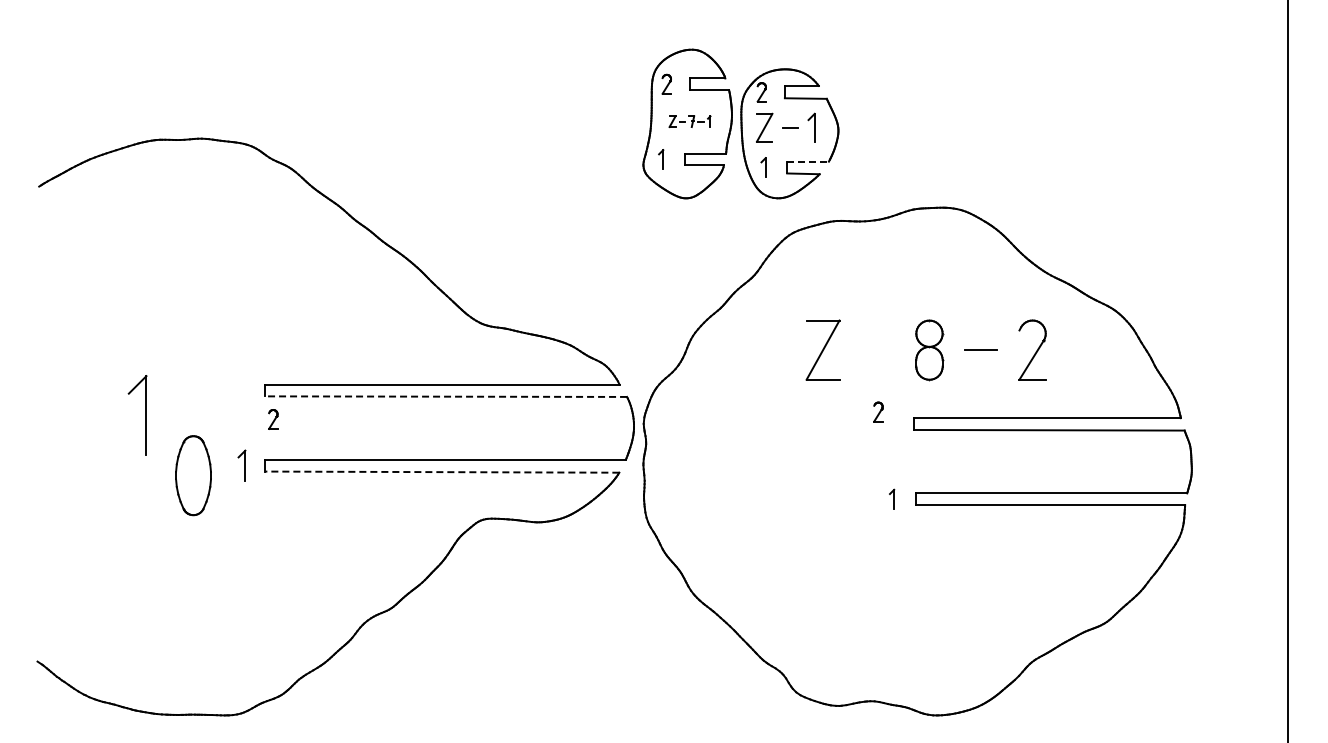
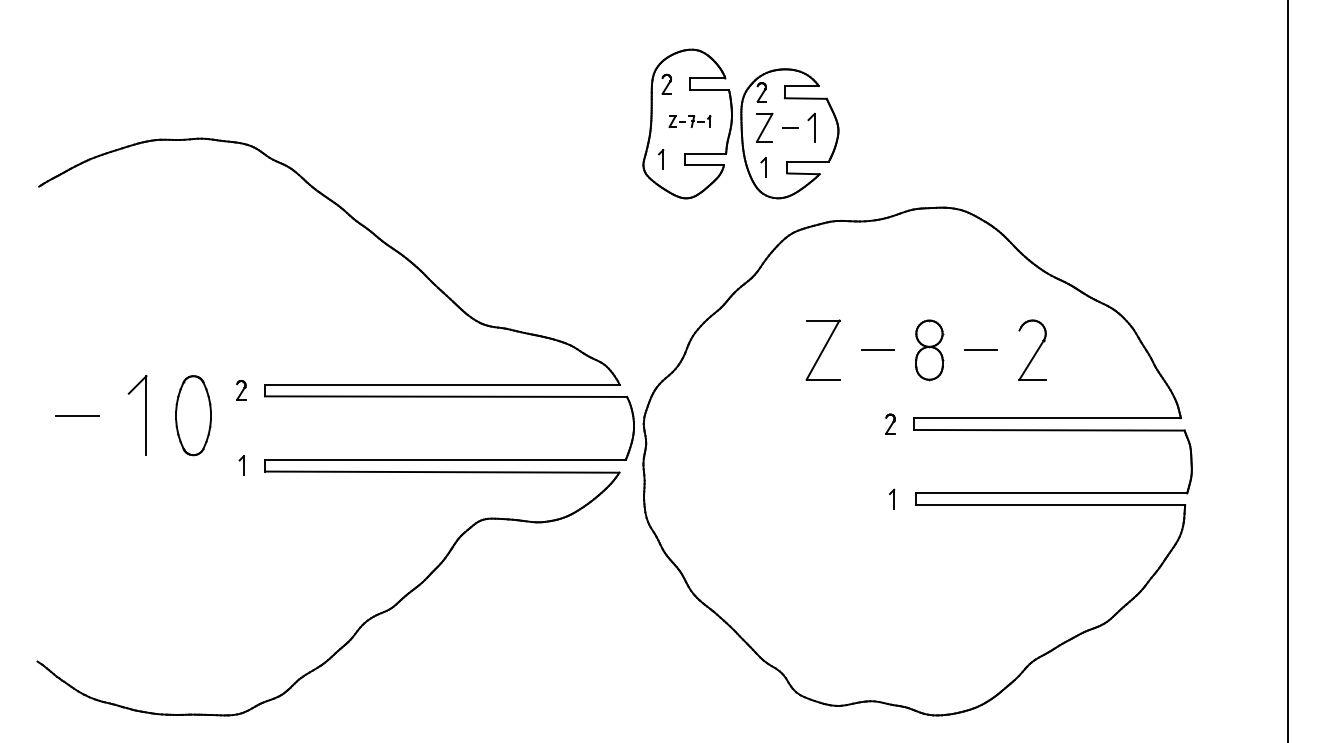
line at (808, 161): dashed -> solid
line at (877, 350): none -> present
line at (445, 396): dashed -> solid
part at (878, 411) position: (878, 411) -> (890, 423)
line at (77, 415): none -> present
part at (273, 419) position: (273, 419) -> (241, 390)
part at (241, 465) size: 10x33 px -> 7x21 px
line at (442, 472): dashed -> solid
part at (193, 475) position: (193, 475) -> (193, 415)
